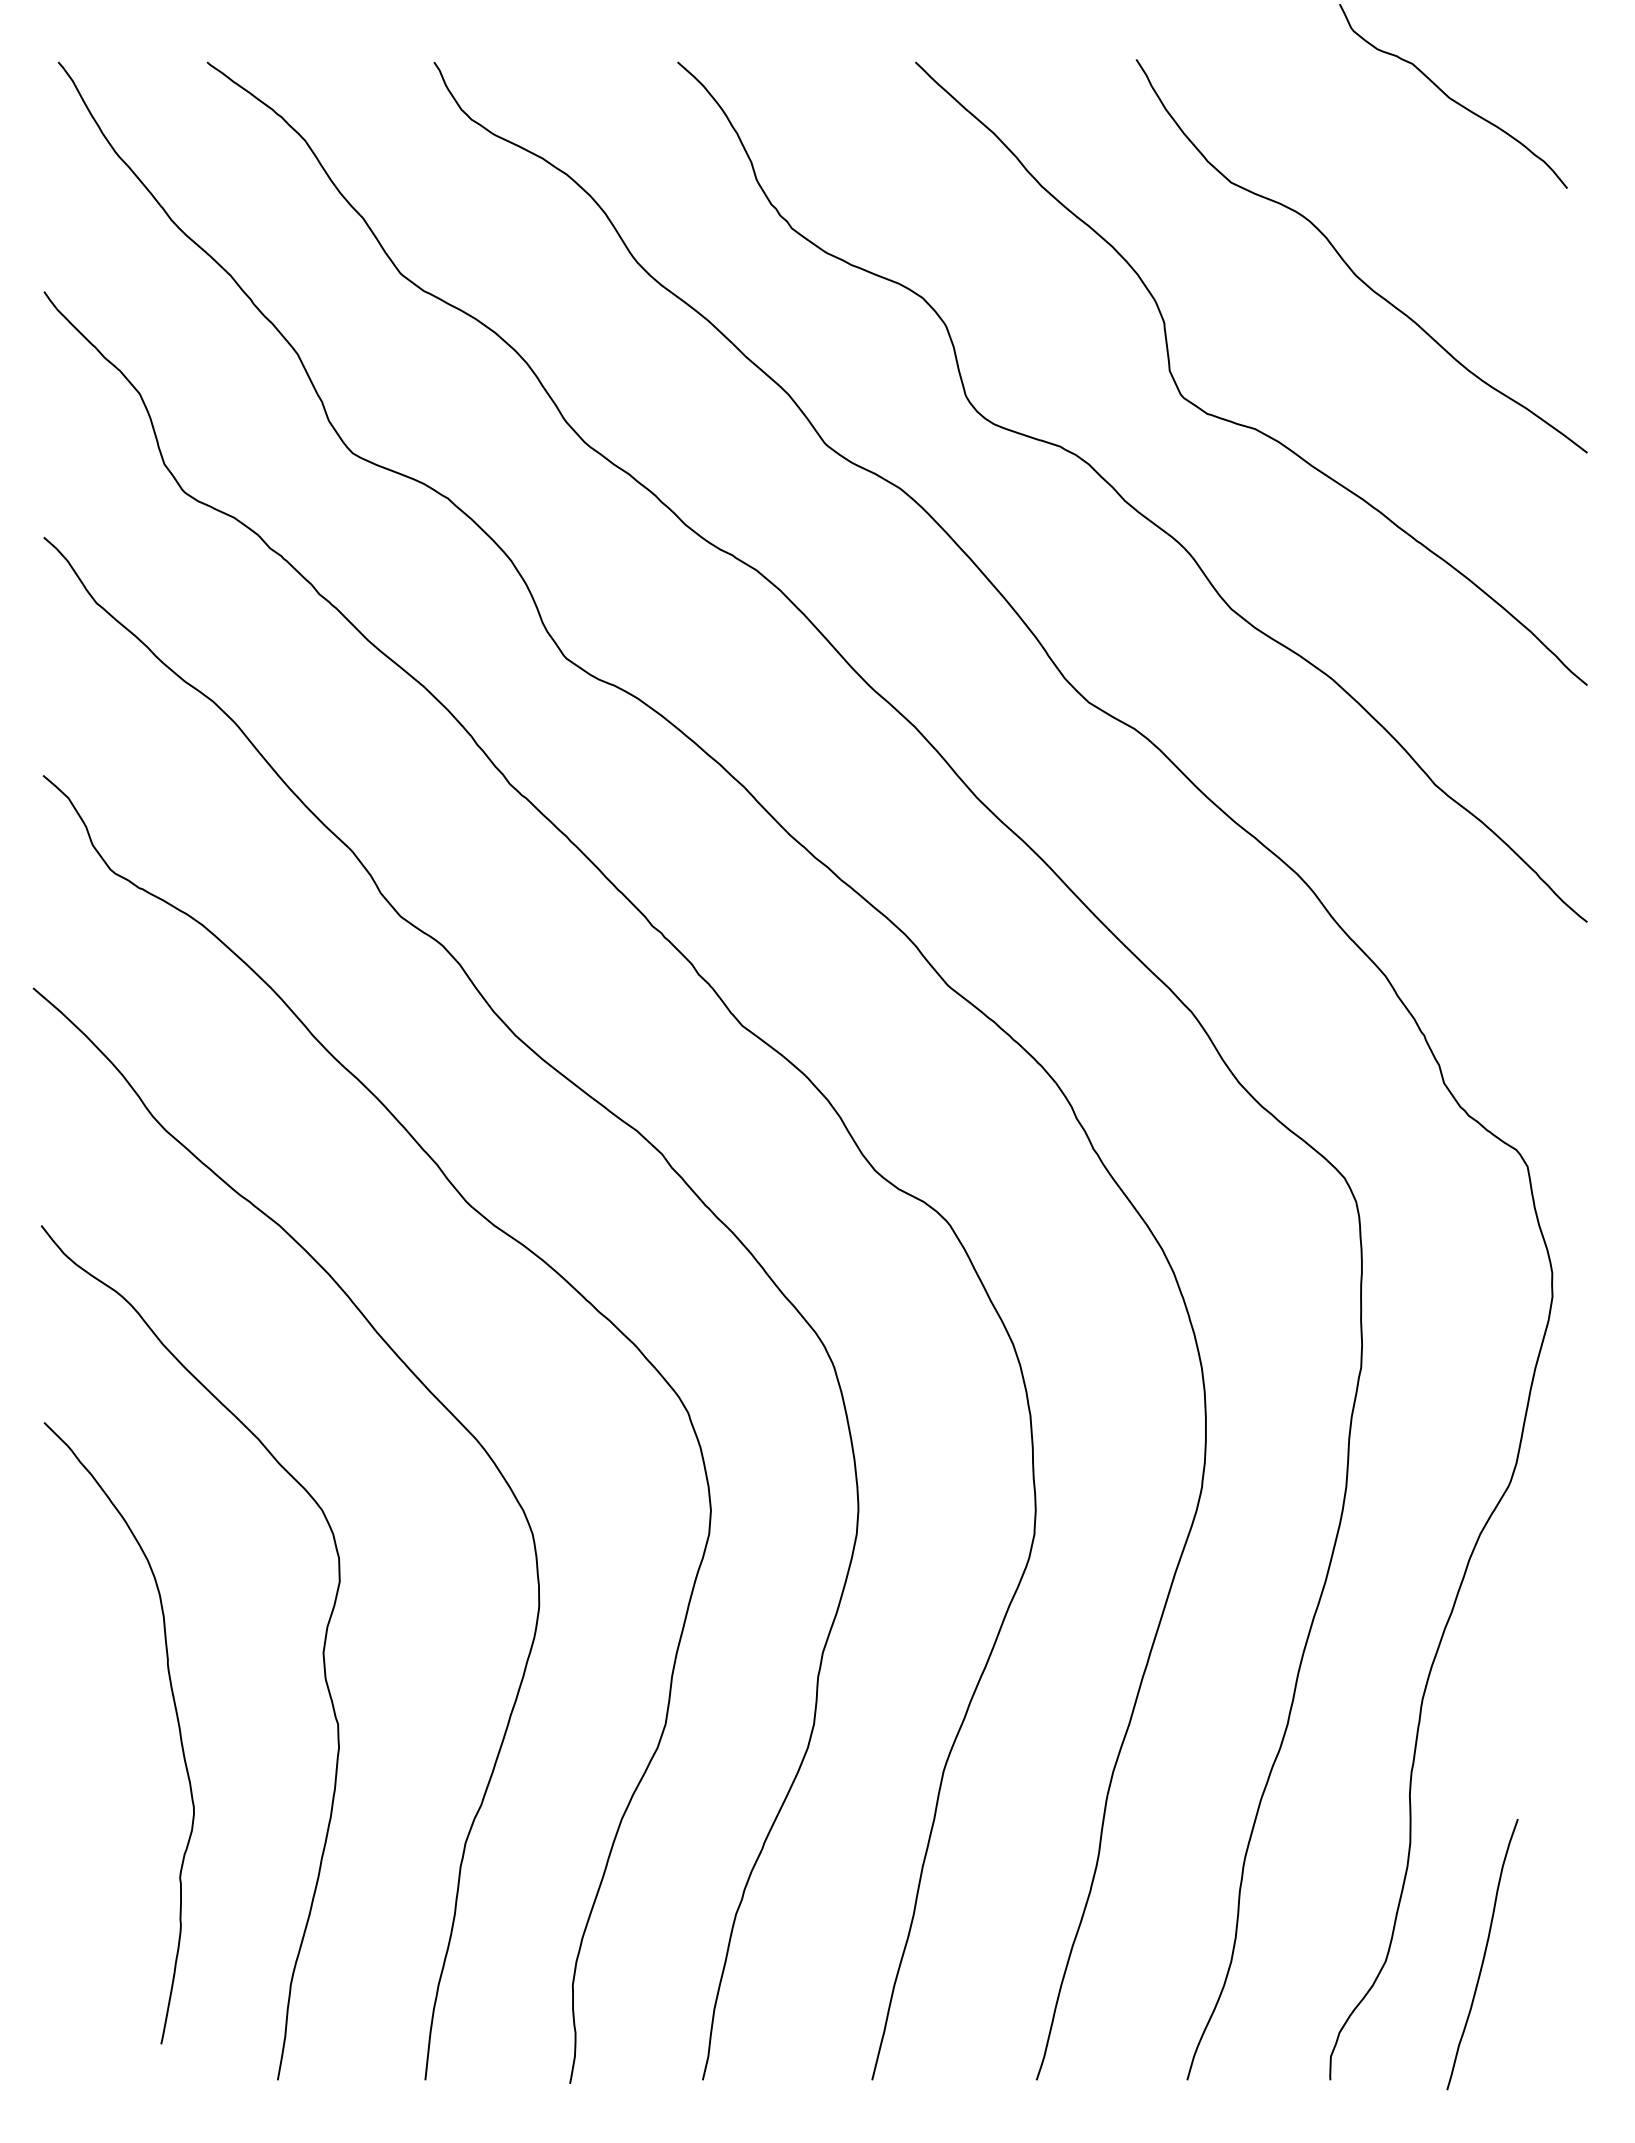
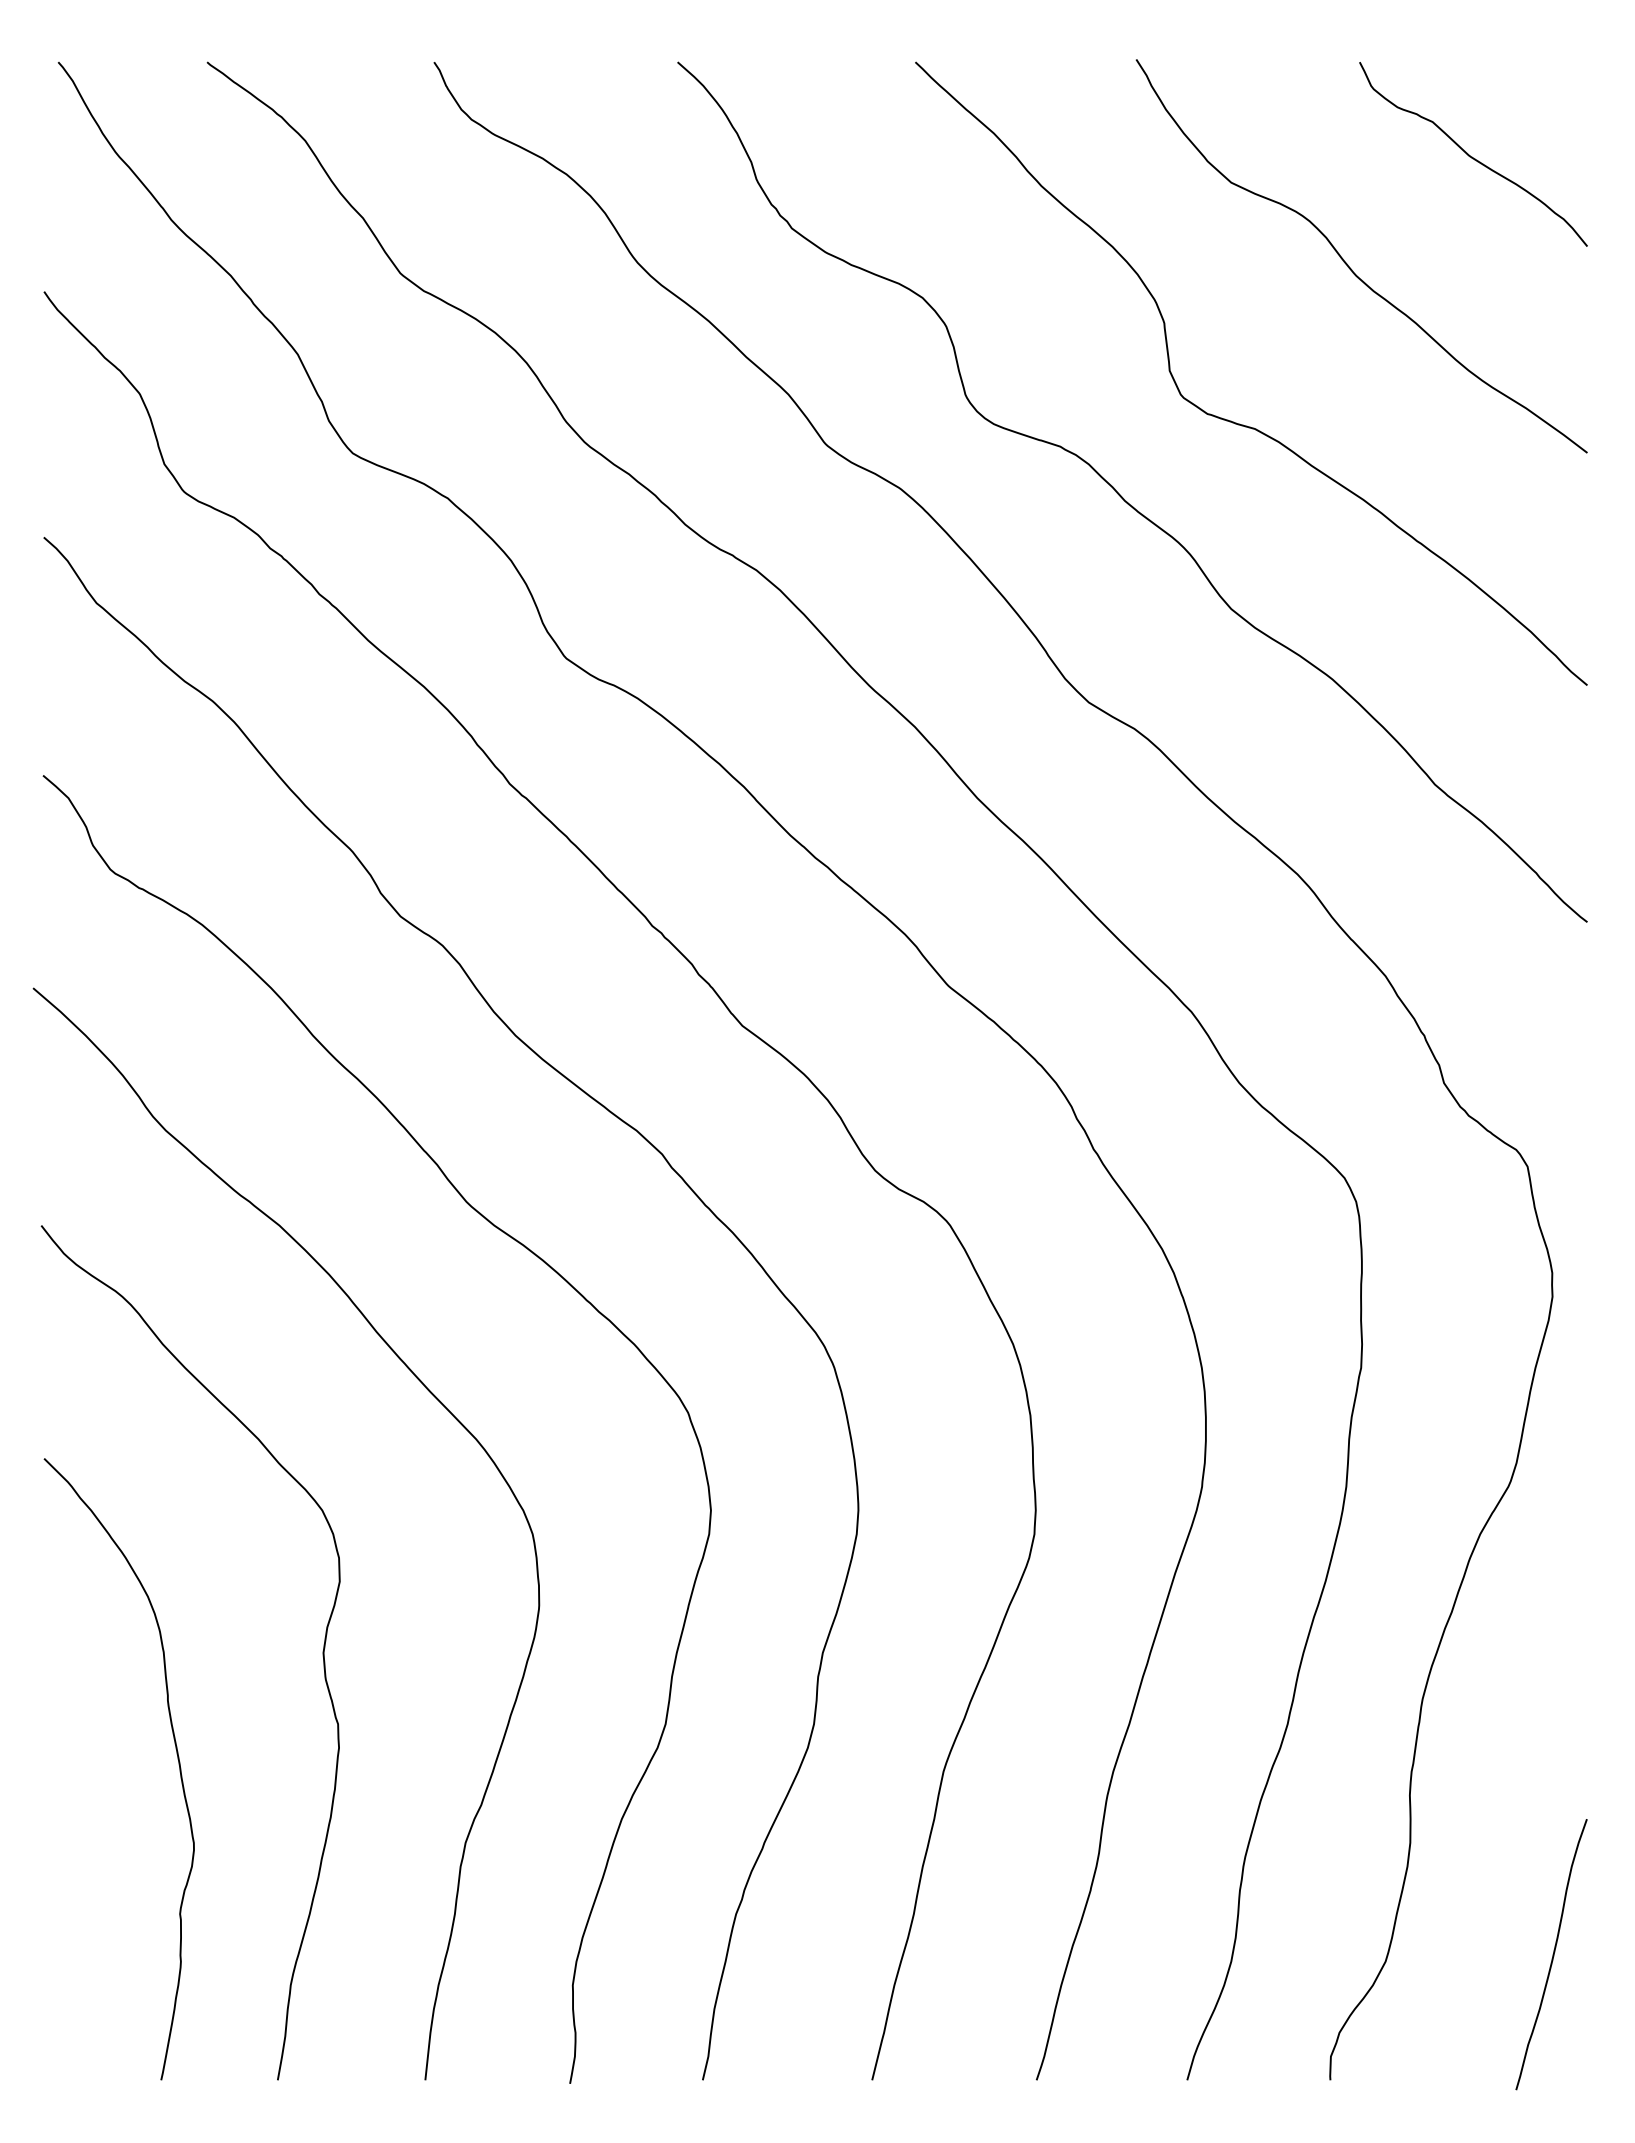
curve at (1452, 98) position: (1452, 98) -> (1472, 156)
curve at (177, 1723) position: (177, 1723) -> (177, 1759)
curve at (1483, 1954) position: (1483, 1954) -> (1552, 1954)
